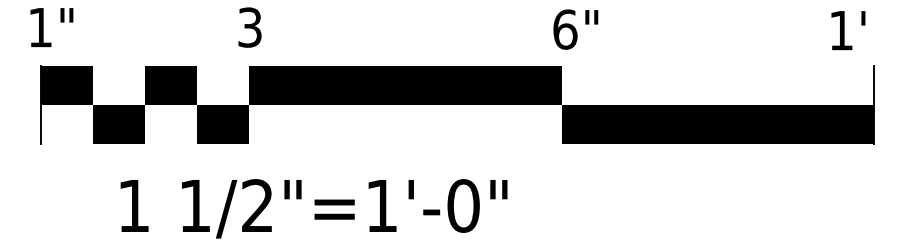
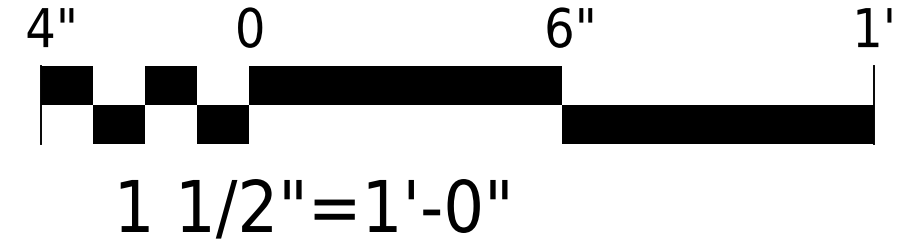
text at (40, 27): 1" -> 4"
text at (250, 27): 3 -> 0
text at (575, 29) position: (575, 29) -> (569, 27)
text at (848, 30) position: (848, 30) -> (874, 27)
